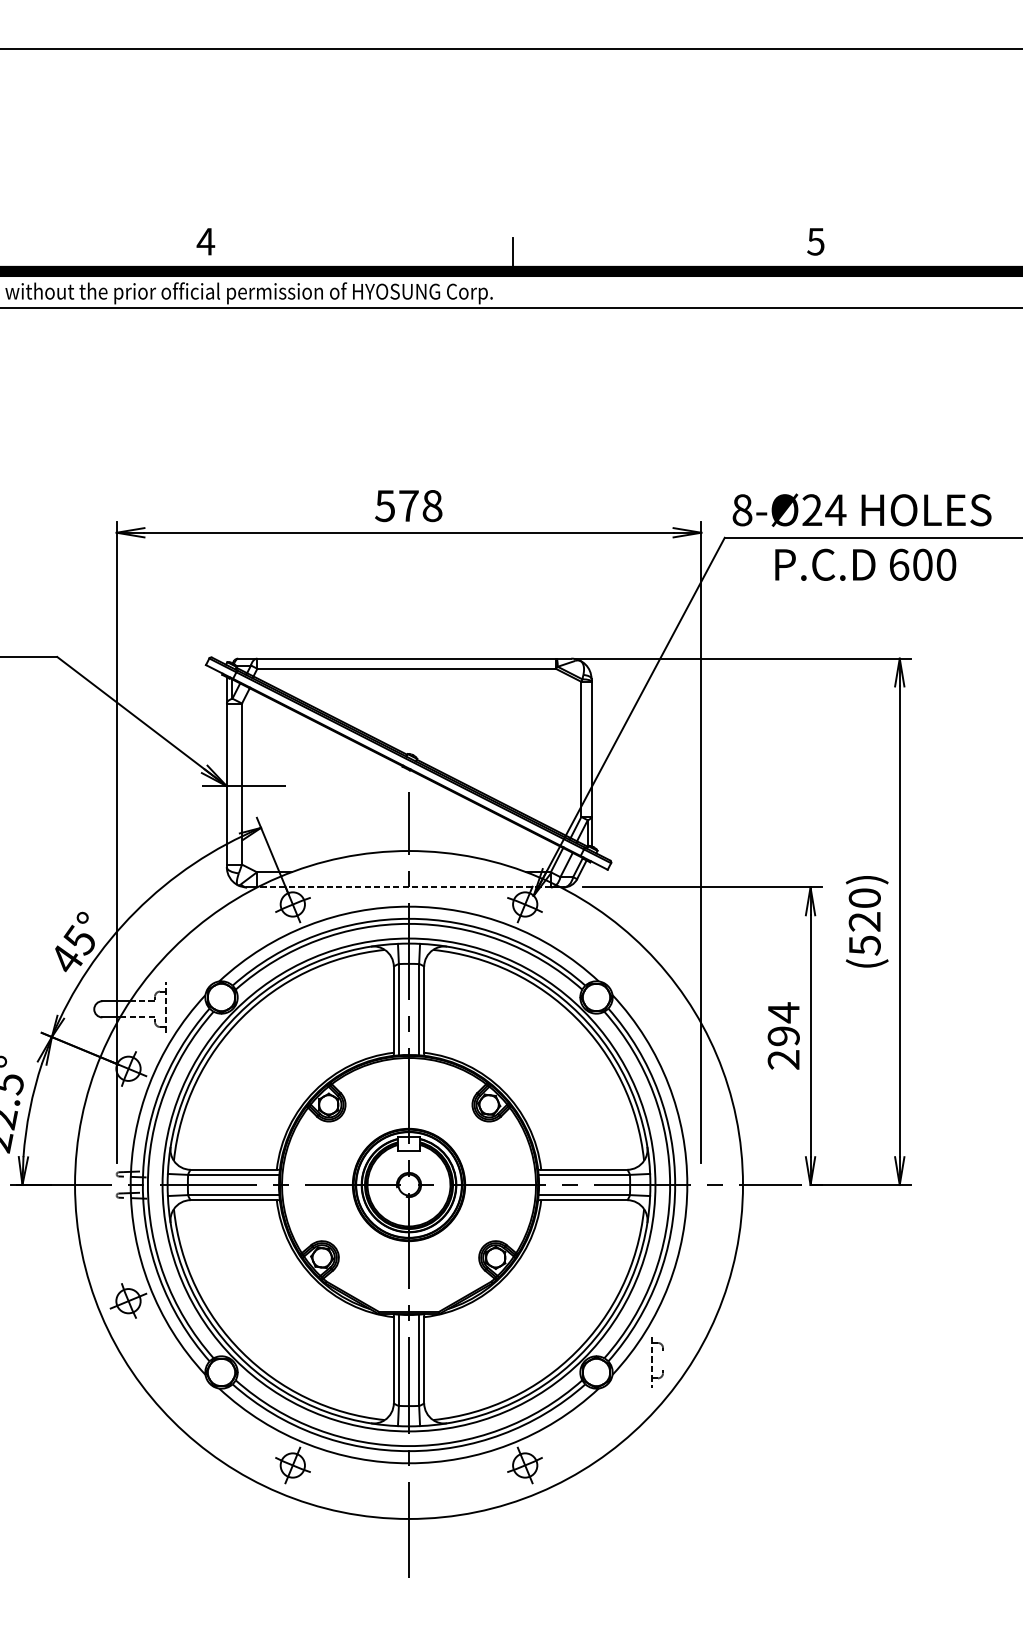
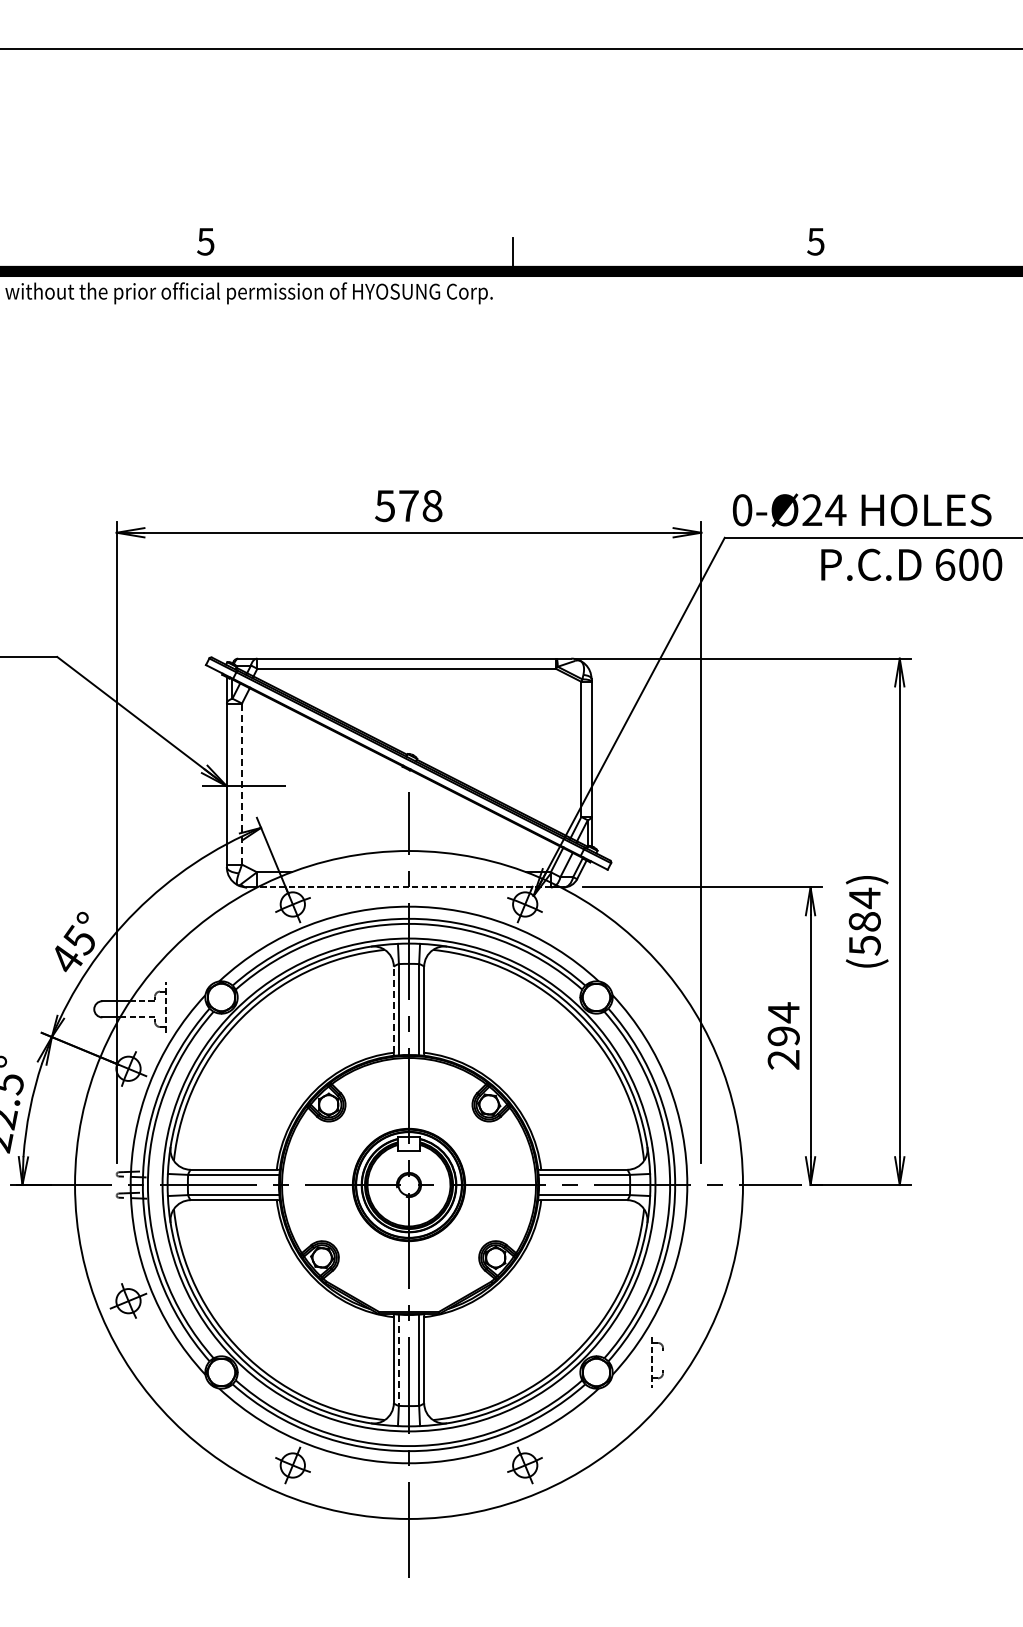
text at (205, 241): 4 -> 5
line at (510, 307): present -> none
text at (742, 510): 8-Ø24 -> 0-Ø24
text at (865, 564) position: (865, 564) -> (911, 564)
line at (242, 784): solid -> dashed
text at (864, 909): (520) -> (584)
line at (393, 1009): solid -> dashed
line at (398, 1360): solid -> dashed
